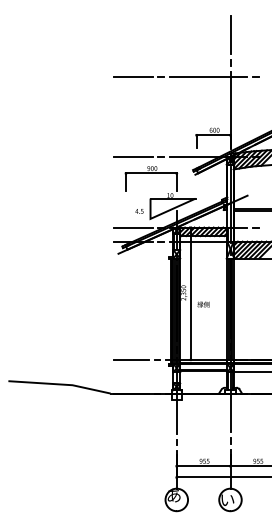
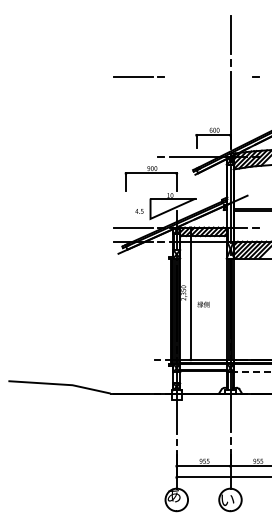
line at (208, 76): present -> none
line at (133, 157): present -> none
line at (131, 359): present -> none
line at (253, 372): solid -> dashed
